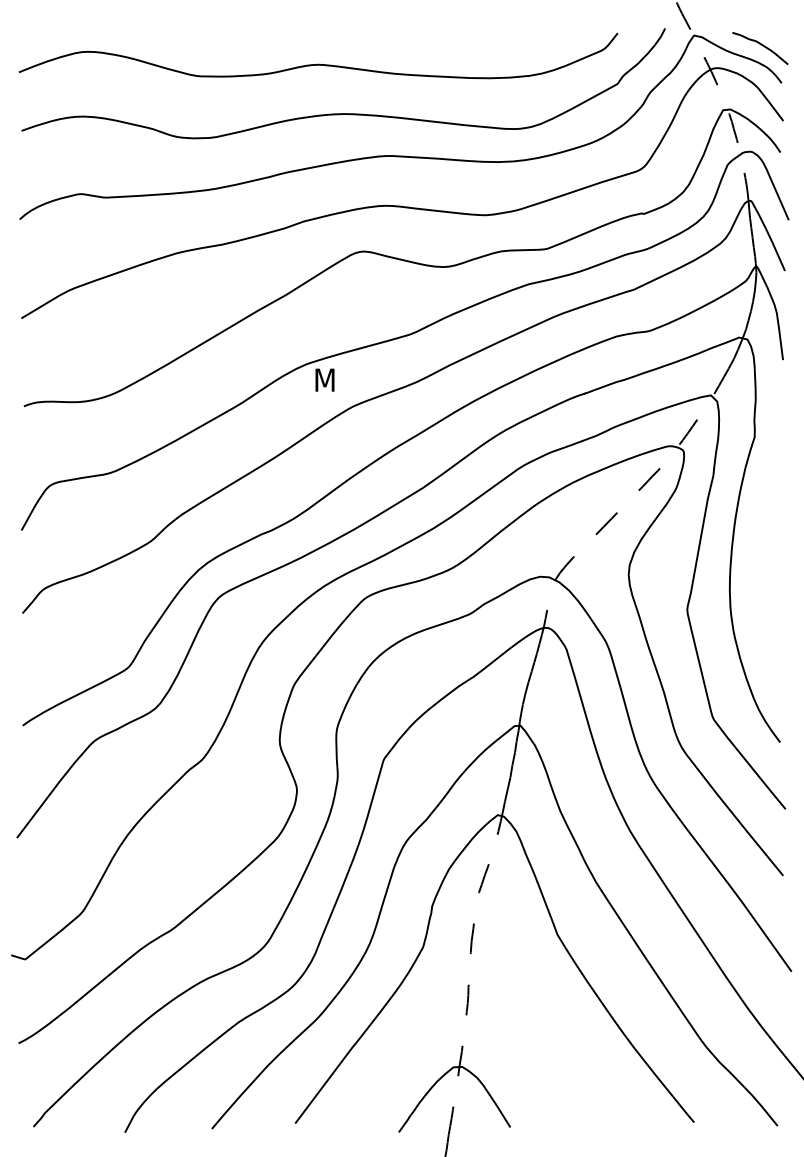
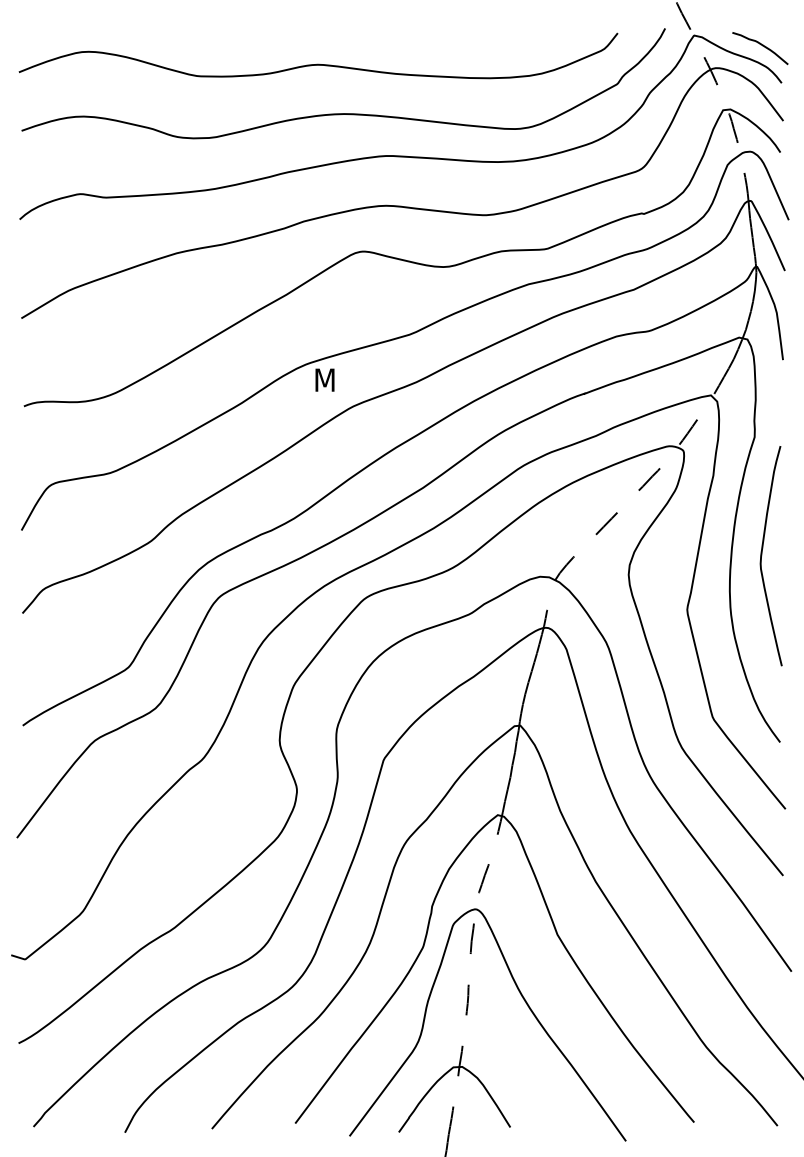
curve at (762, 555): none -> present
curve at (525, 1003): none -> present
